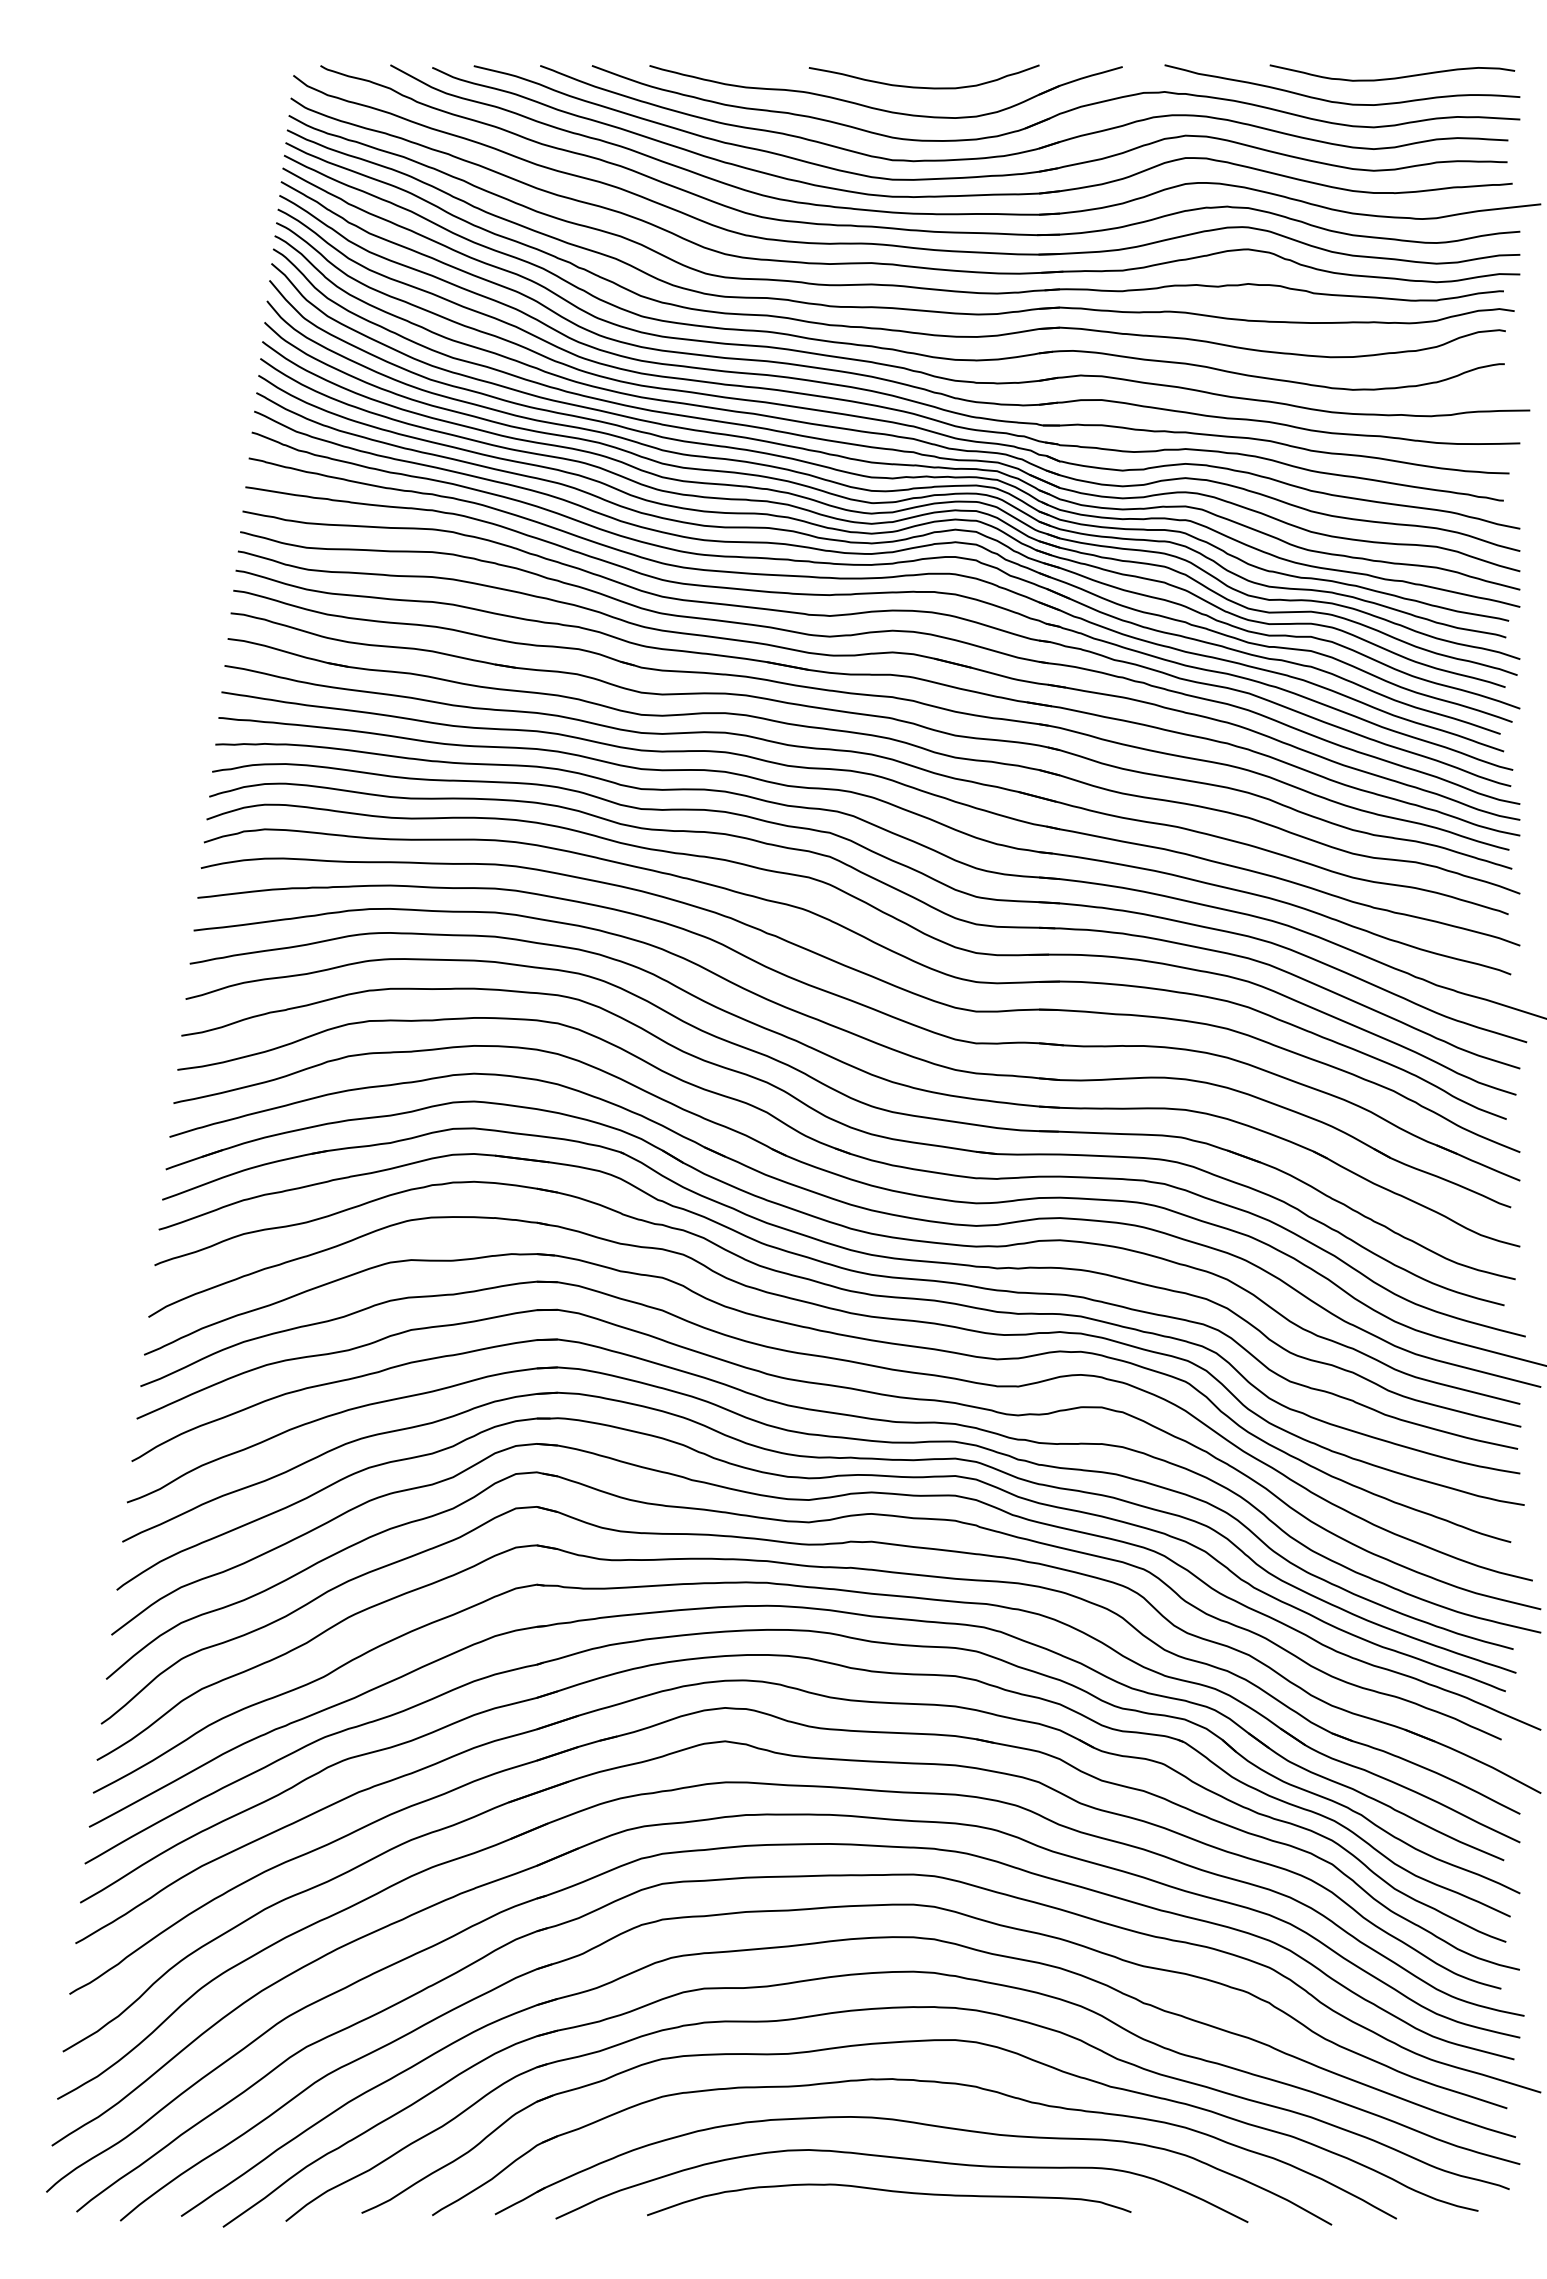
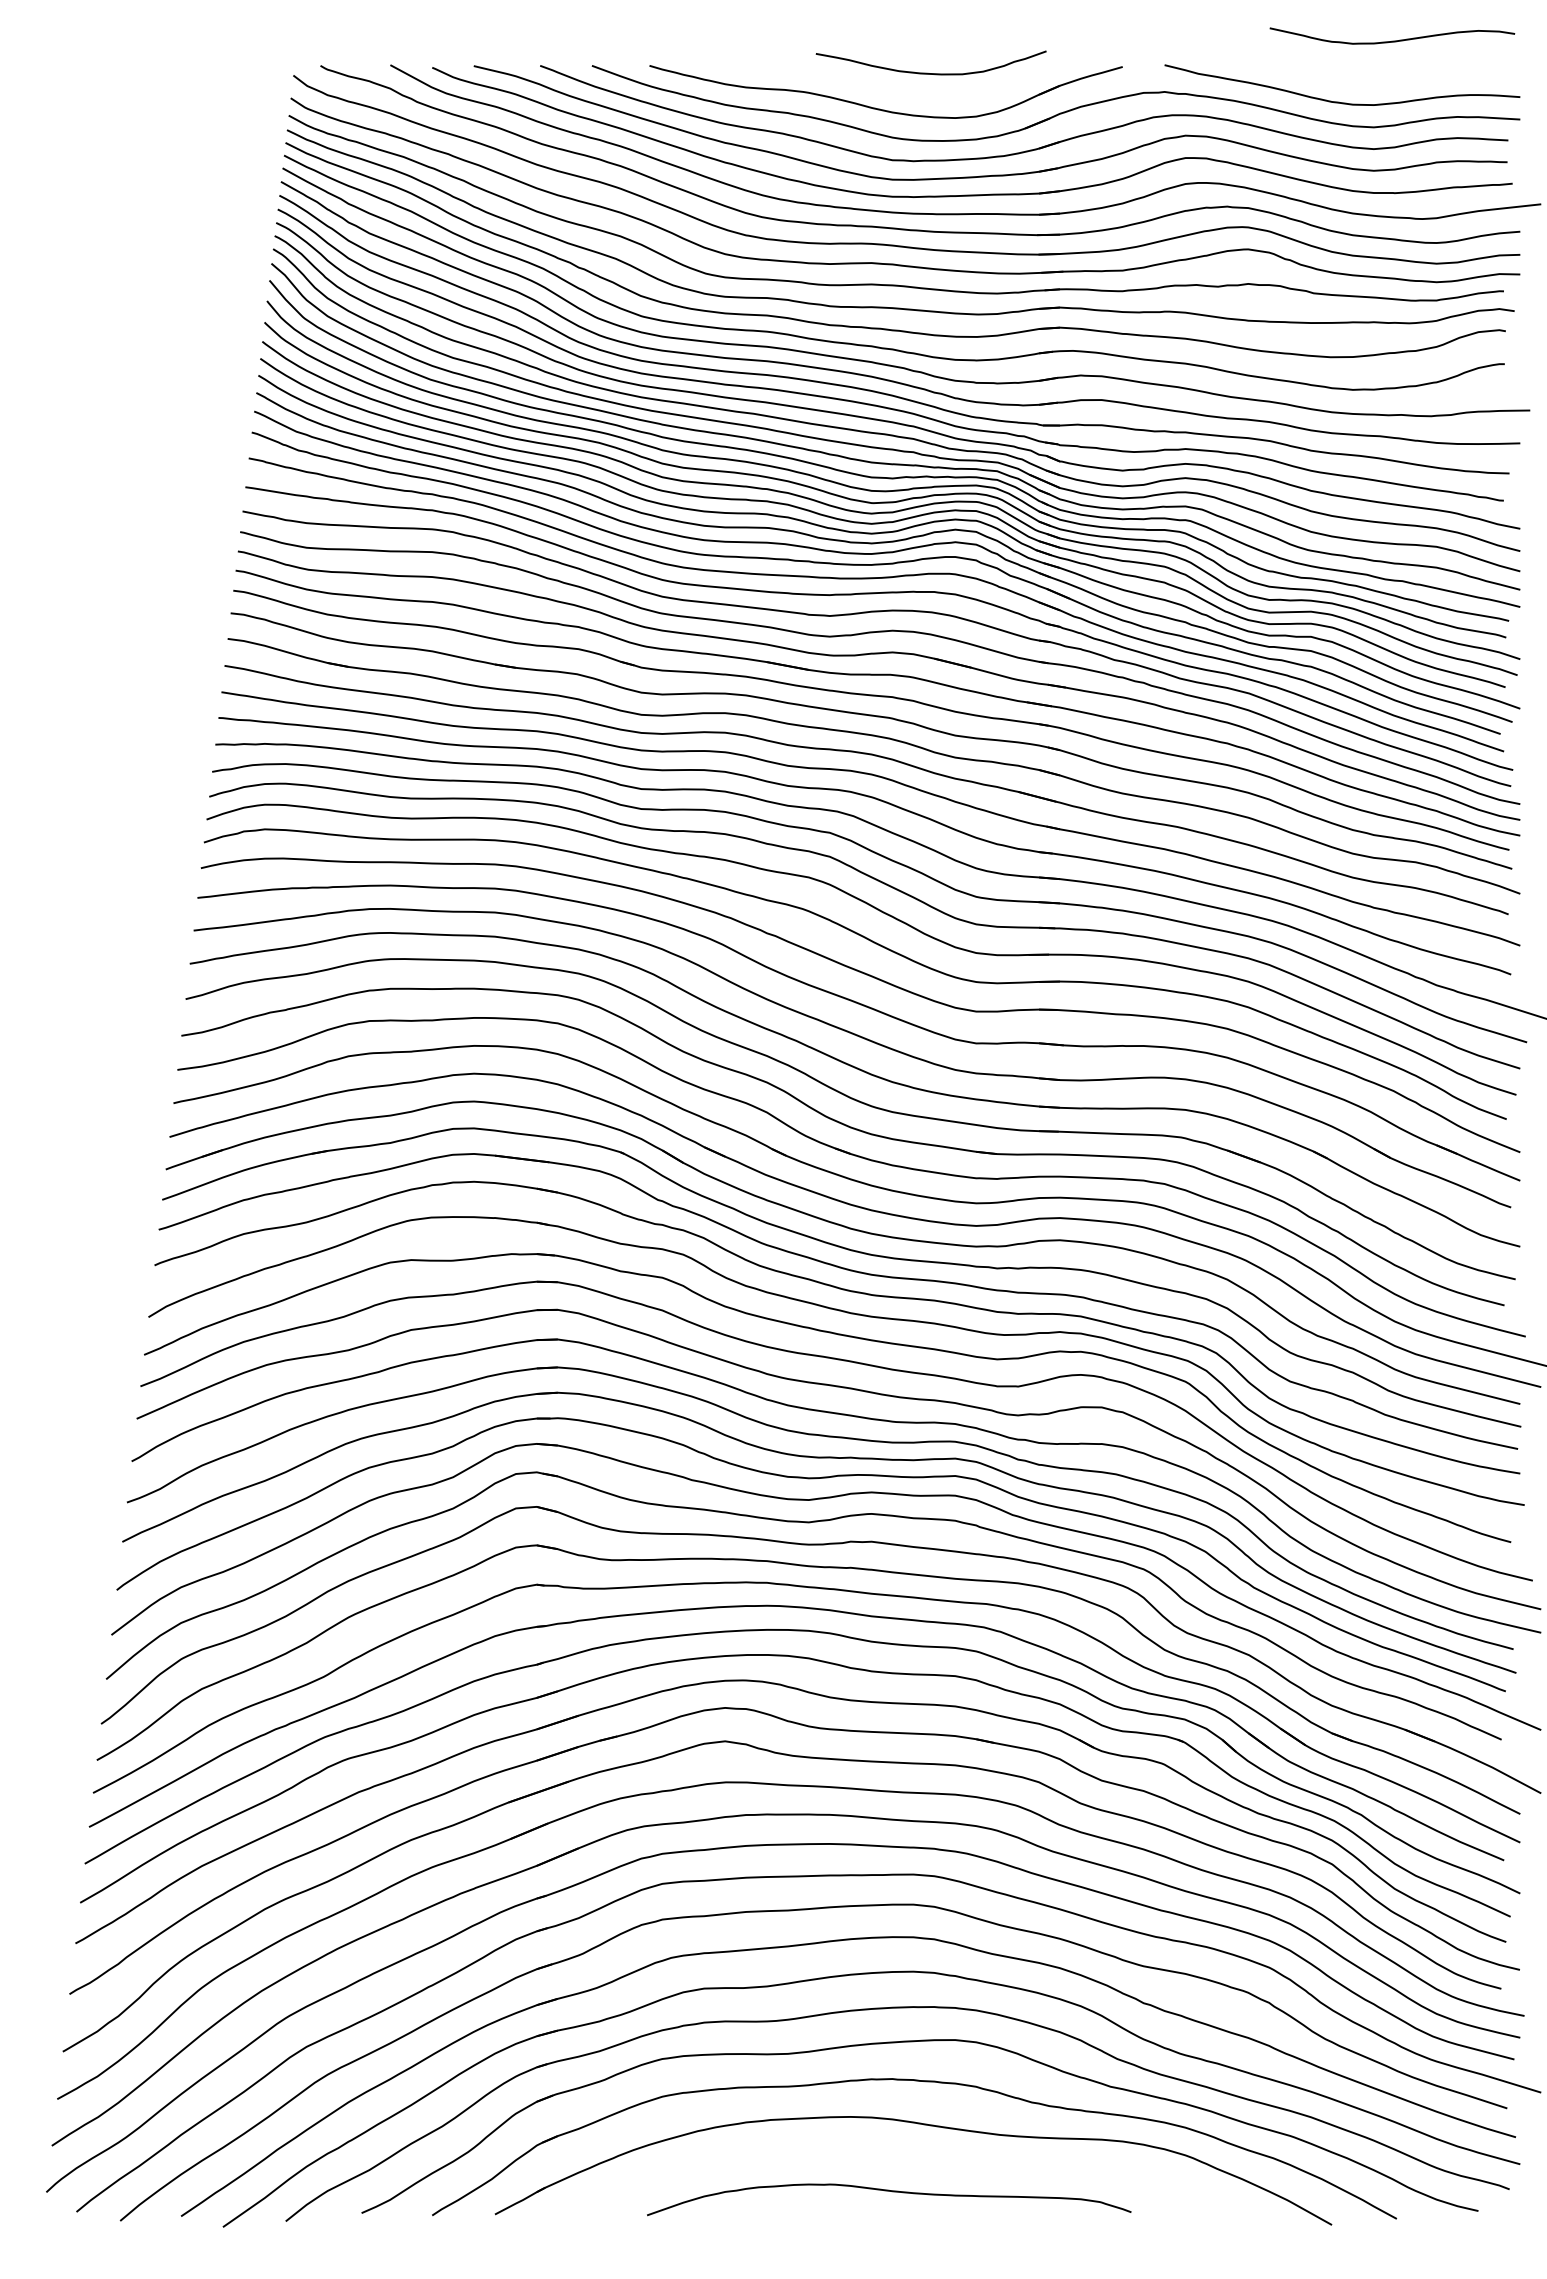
curve at (1392, 77) position: (1392, 77) -> (1392, 40)
curve at (920, 86) position: (920, 86) -> (927, 72)
curve at (901, 2159): present -> none
